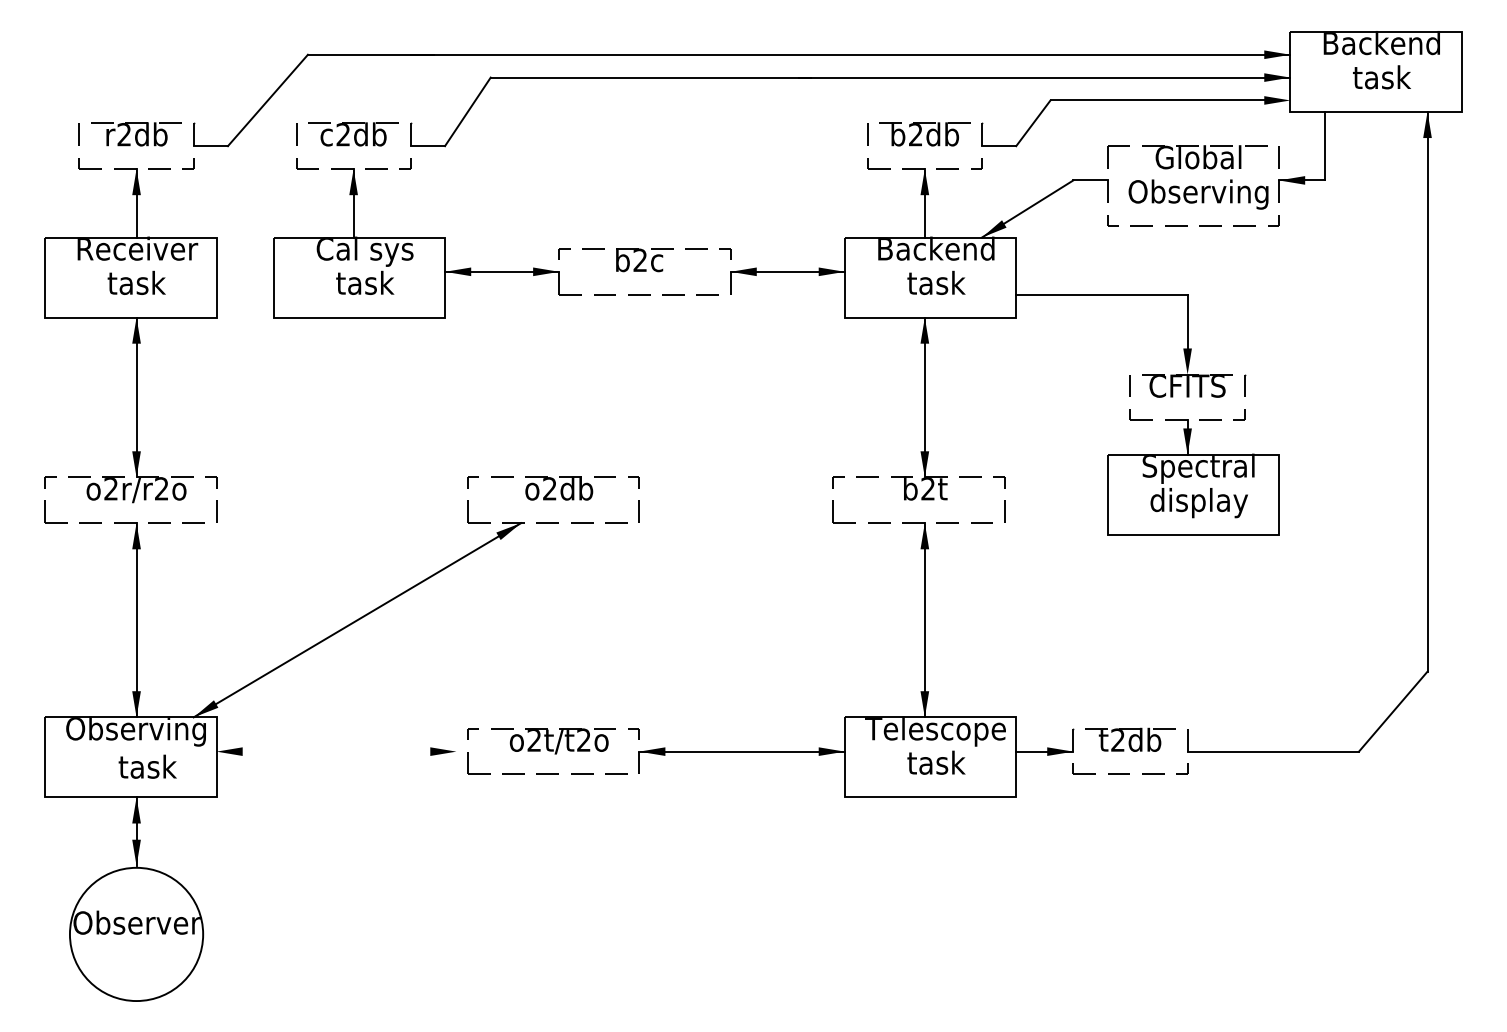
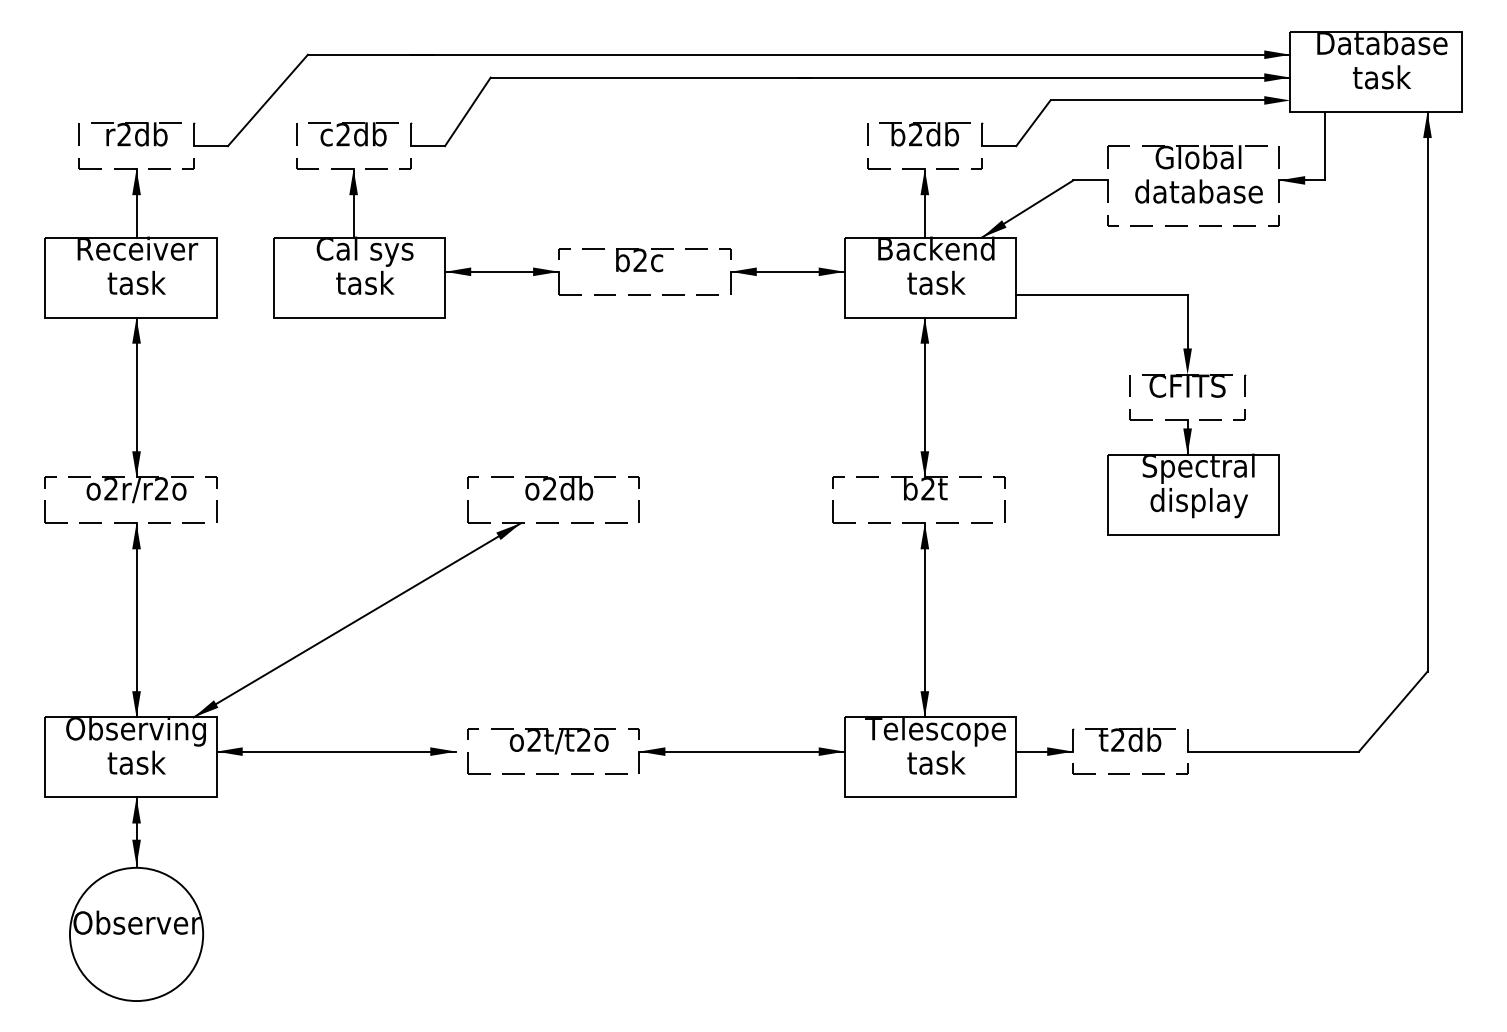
text at (1382, 44): Backend -> Database
text at (1198, 194): Observing -> database
line at (336, 751): none -> present
text at (147, 766) position: (147, 766) -> (136, 762)
